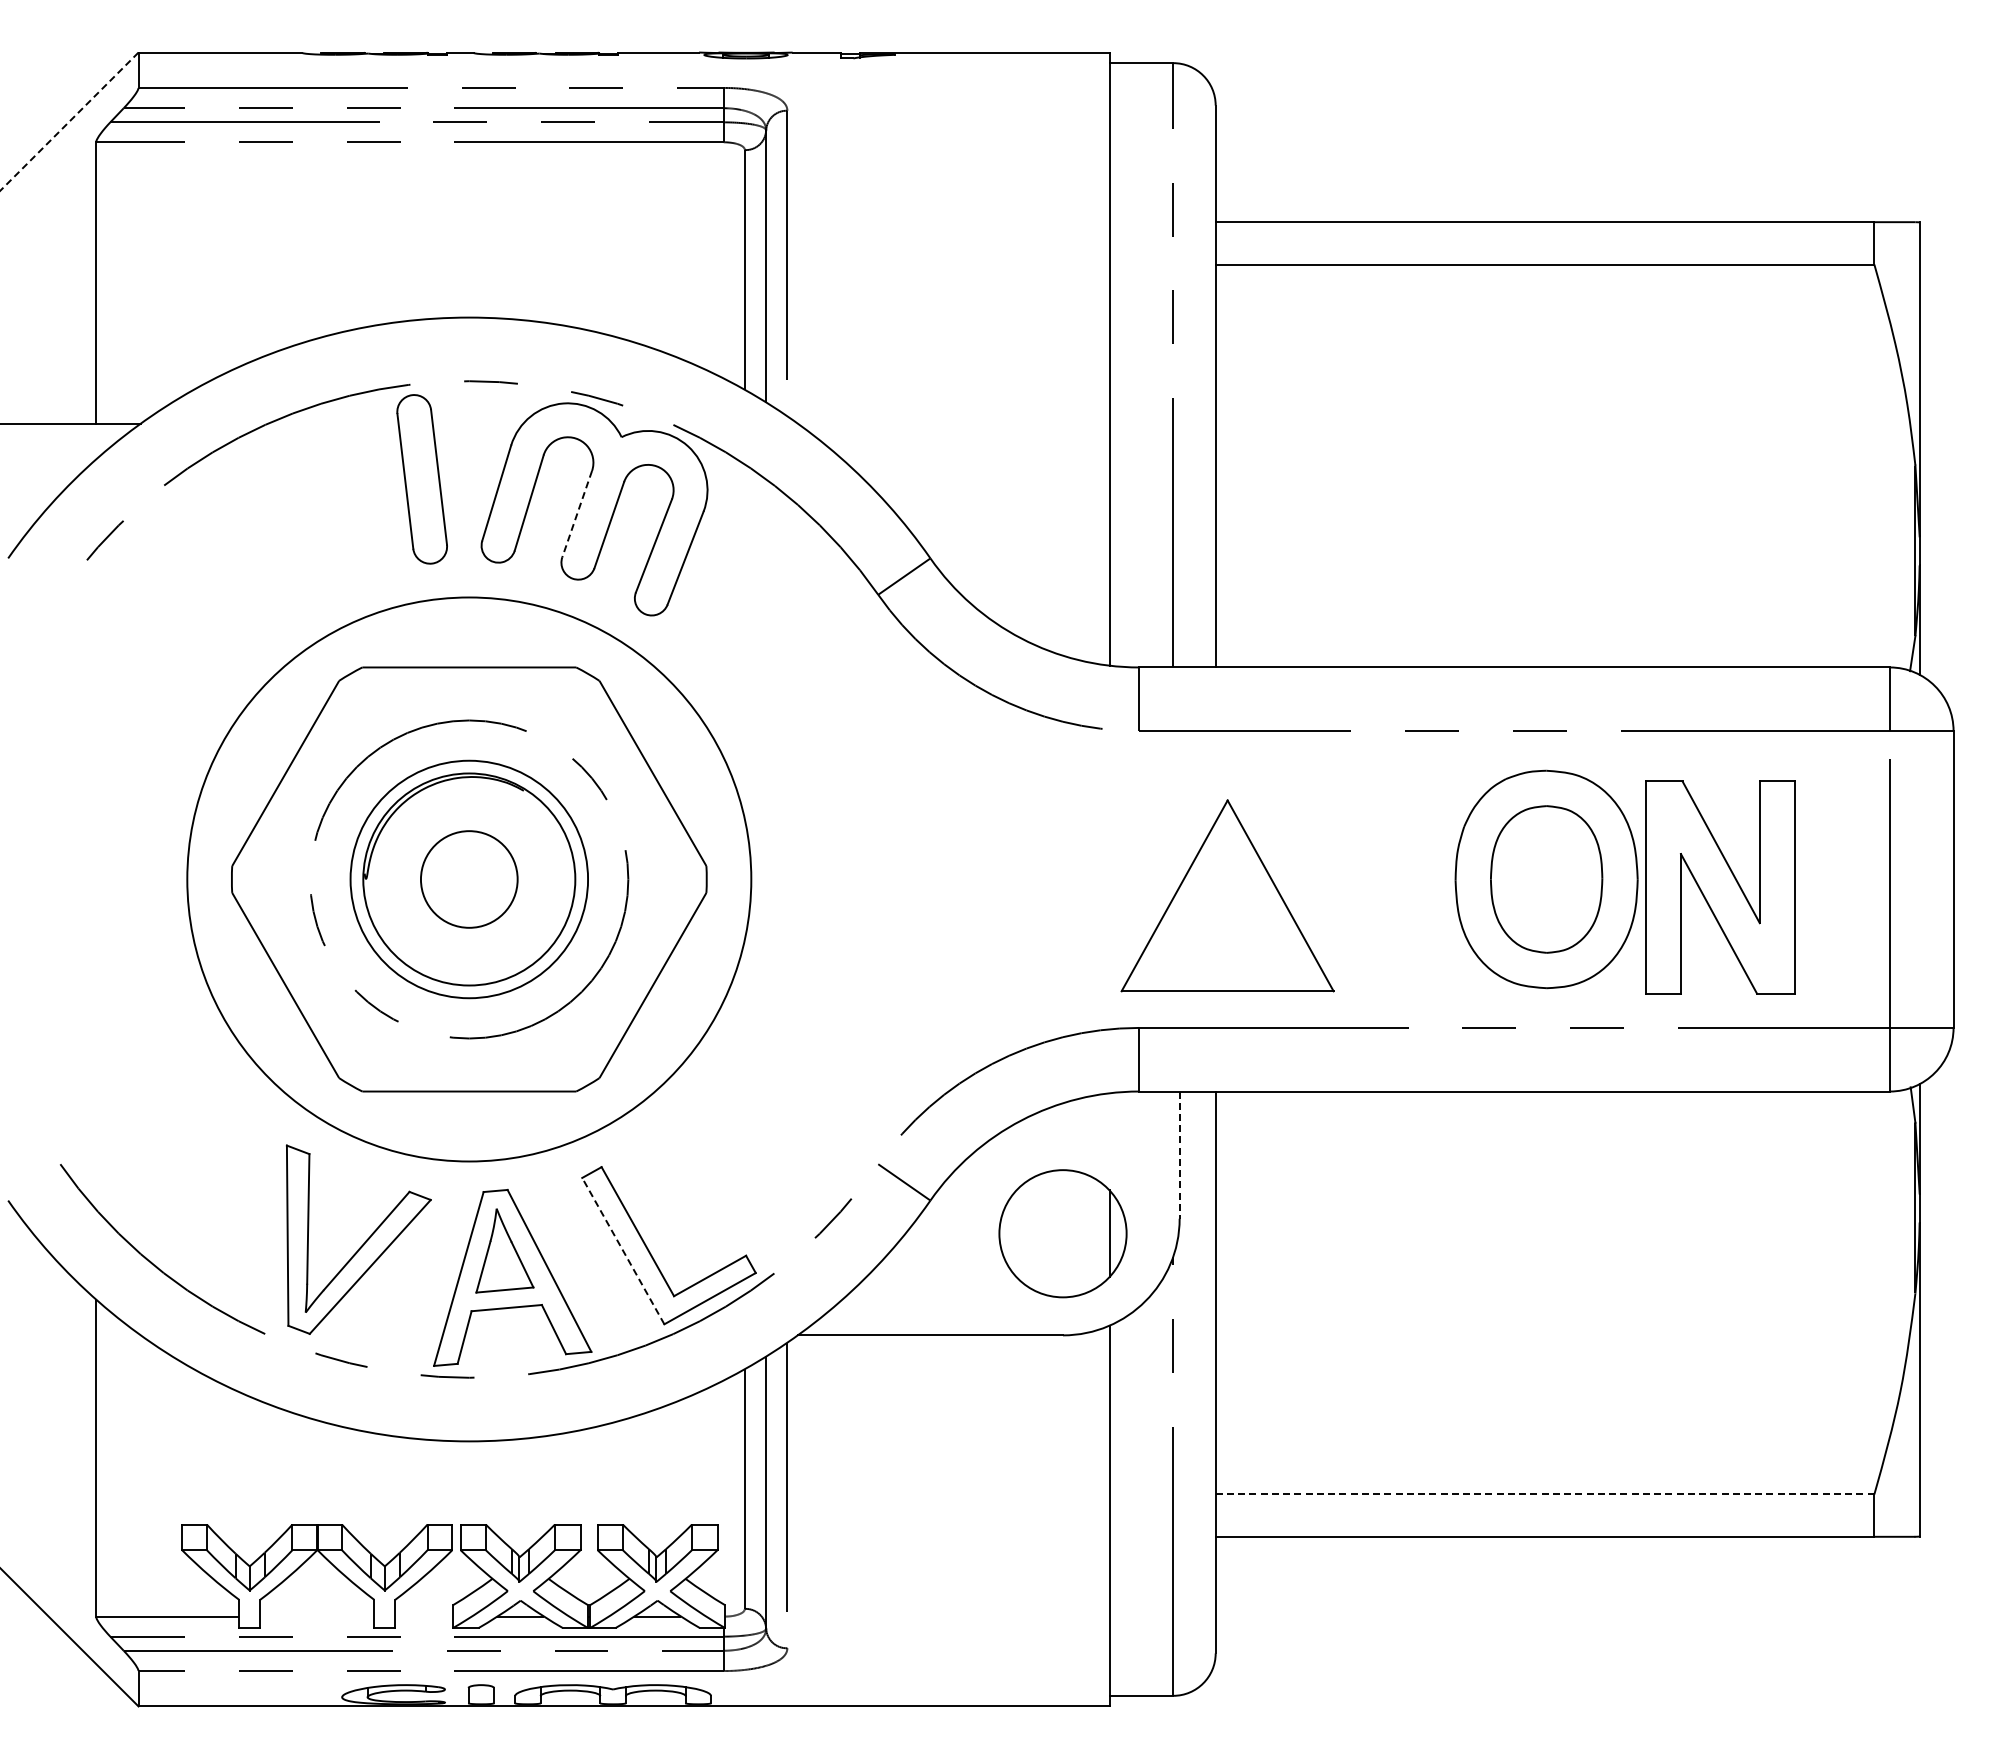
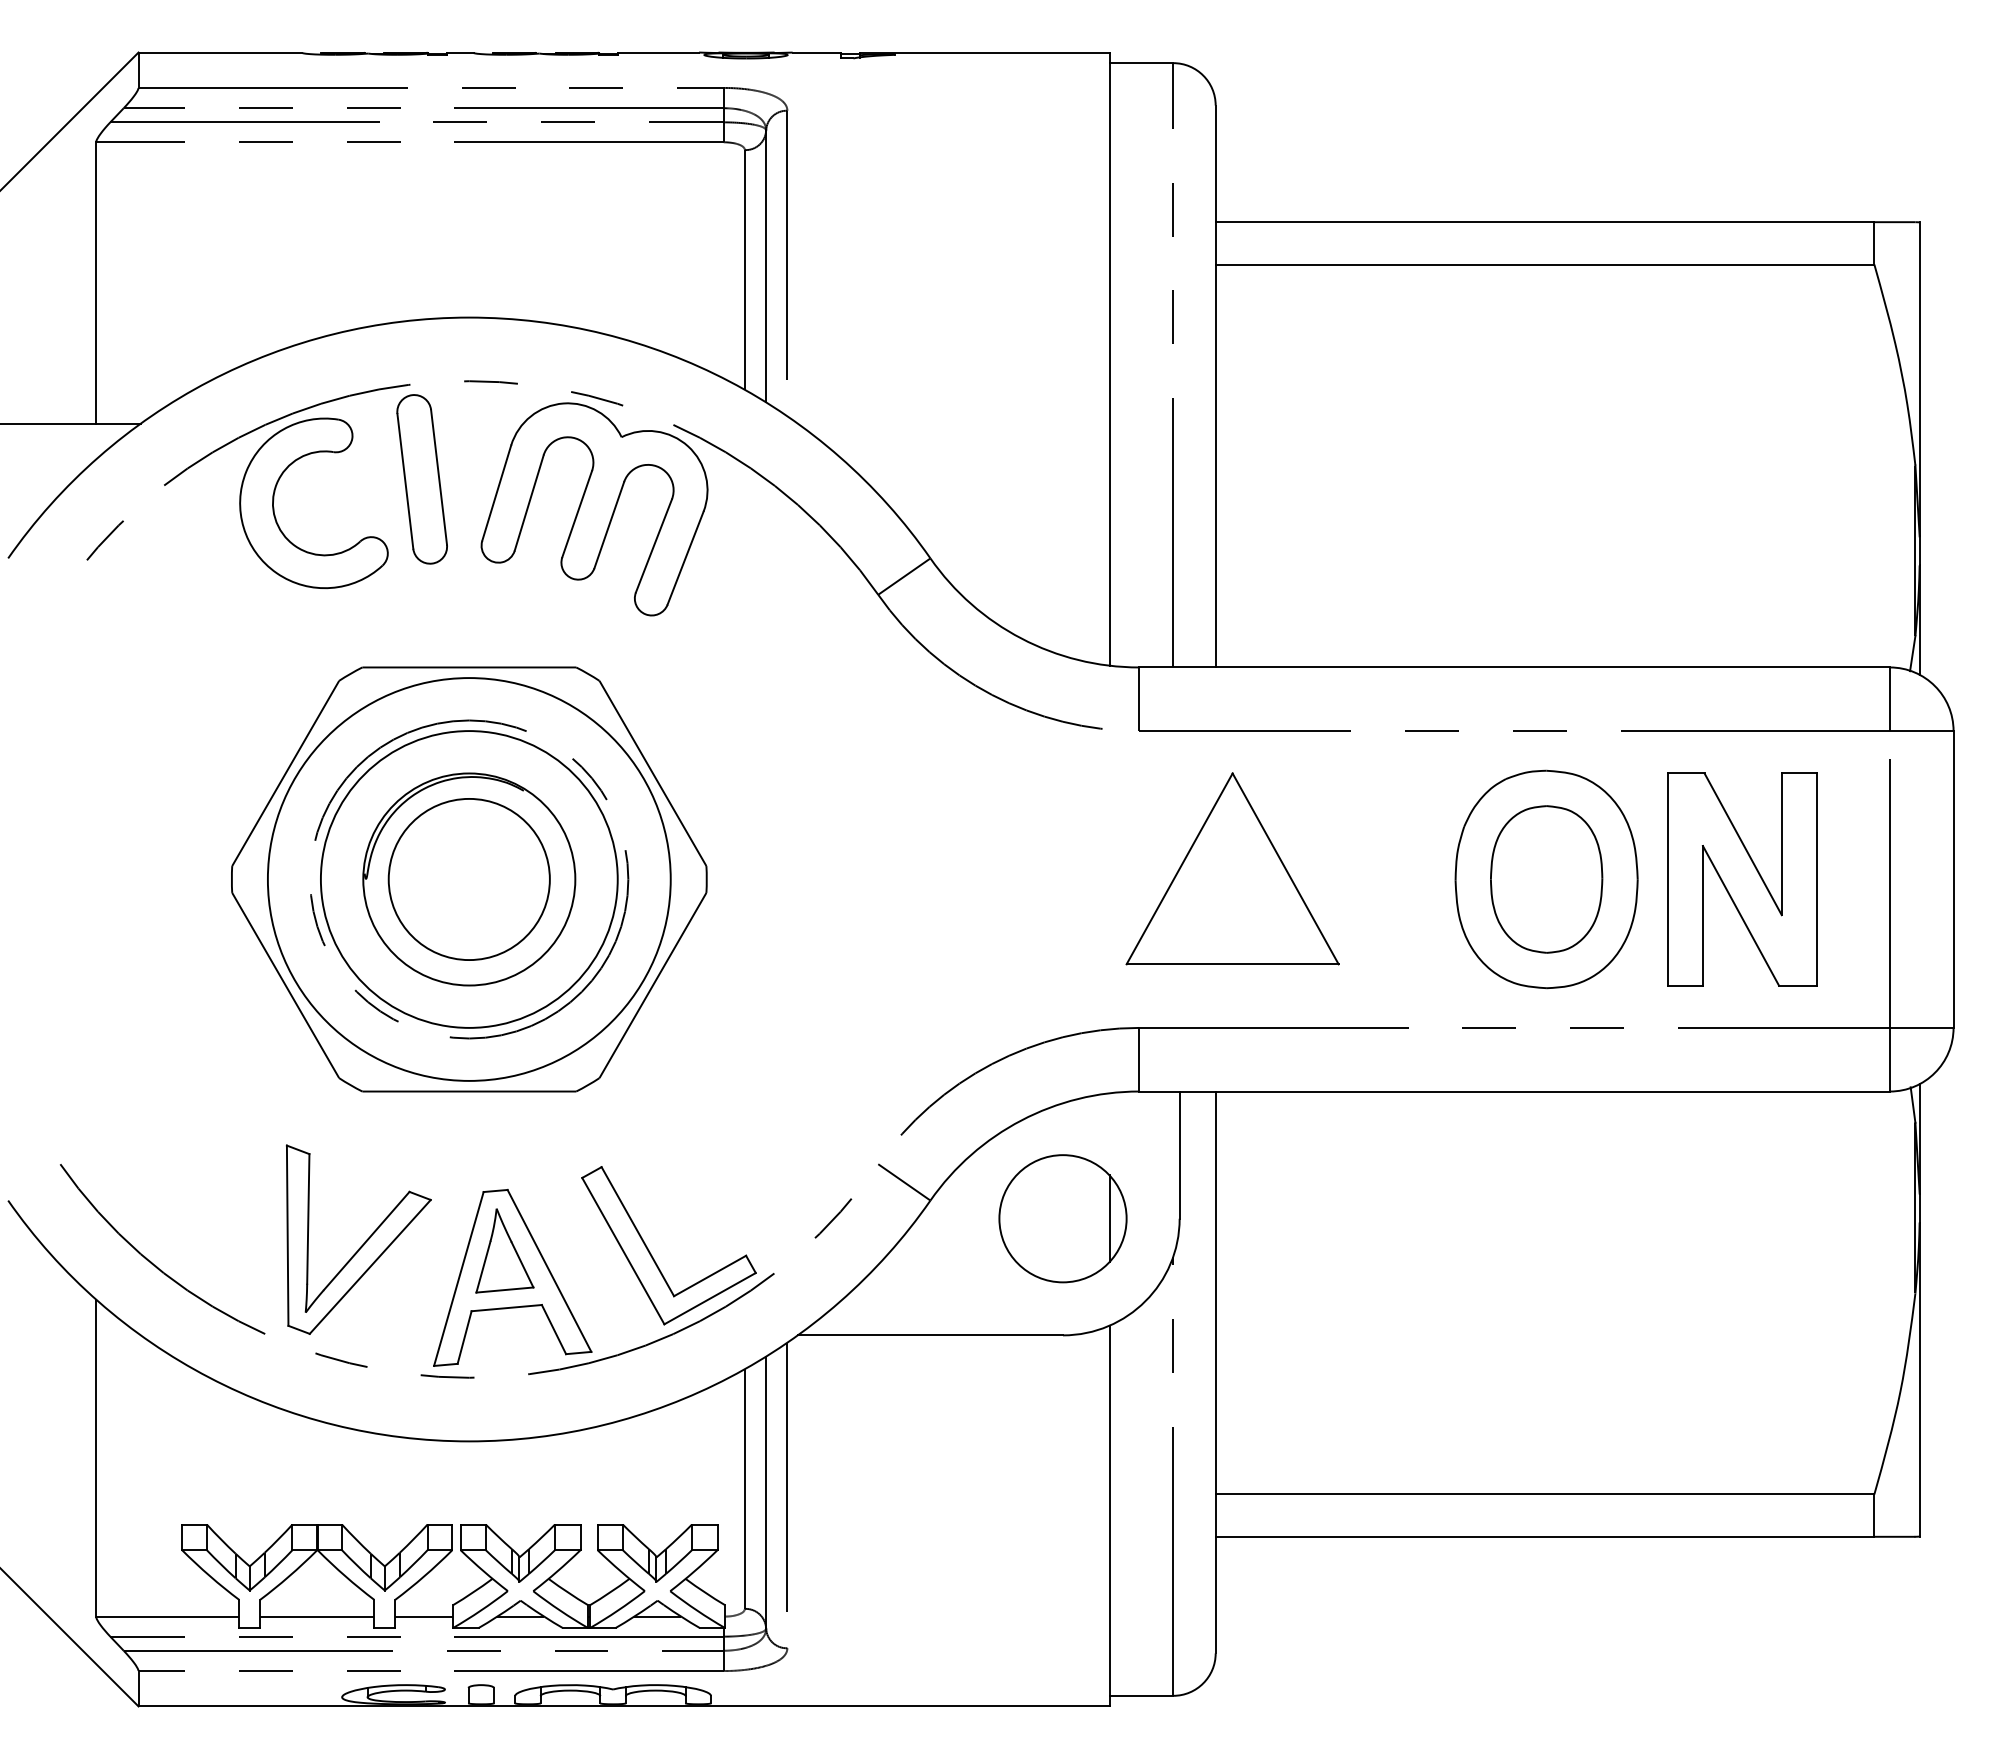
line at (69, 121): dashed -> solid
part at (274, 500): none -> present
line at (577, 514): dashed -> solid
circle at (468, 879) diameter: 97 px -> 161 px
circle at (469, 879) diameter: 237 px -> 297 px
circle at (469, 879) diameter: 564 px -> 403 px
part at (1720, 887) position: (1720, 887) -> (1742, 879)
part at (1227, 895) position: (1227, 895) -> (1232, 868)
line at (1179, 1155): dashed -> solid
part at (1062, 1233) position: (1062, 1233) -> (1062, 1218)
line at (623, 1251): dashed -> solid
line at (1545, 1494): dashed -> solid
line at (317, 1616): none -> present
line at (424, 1616): none -> present
